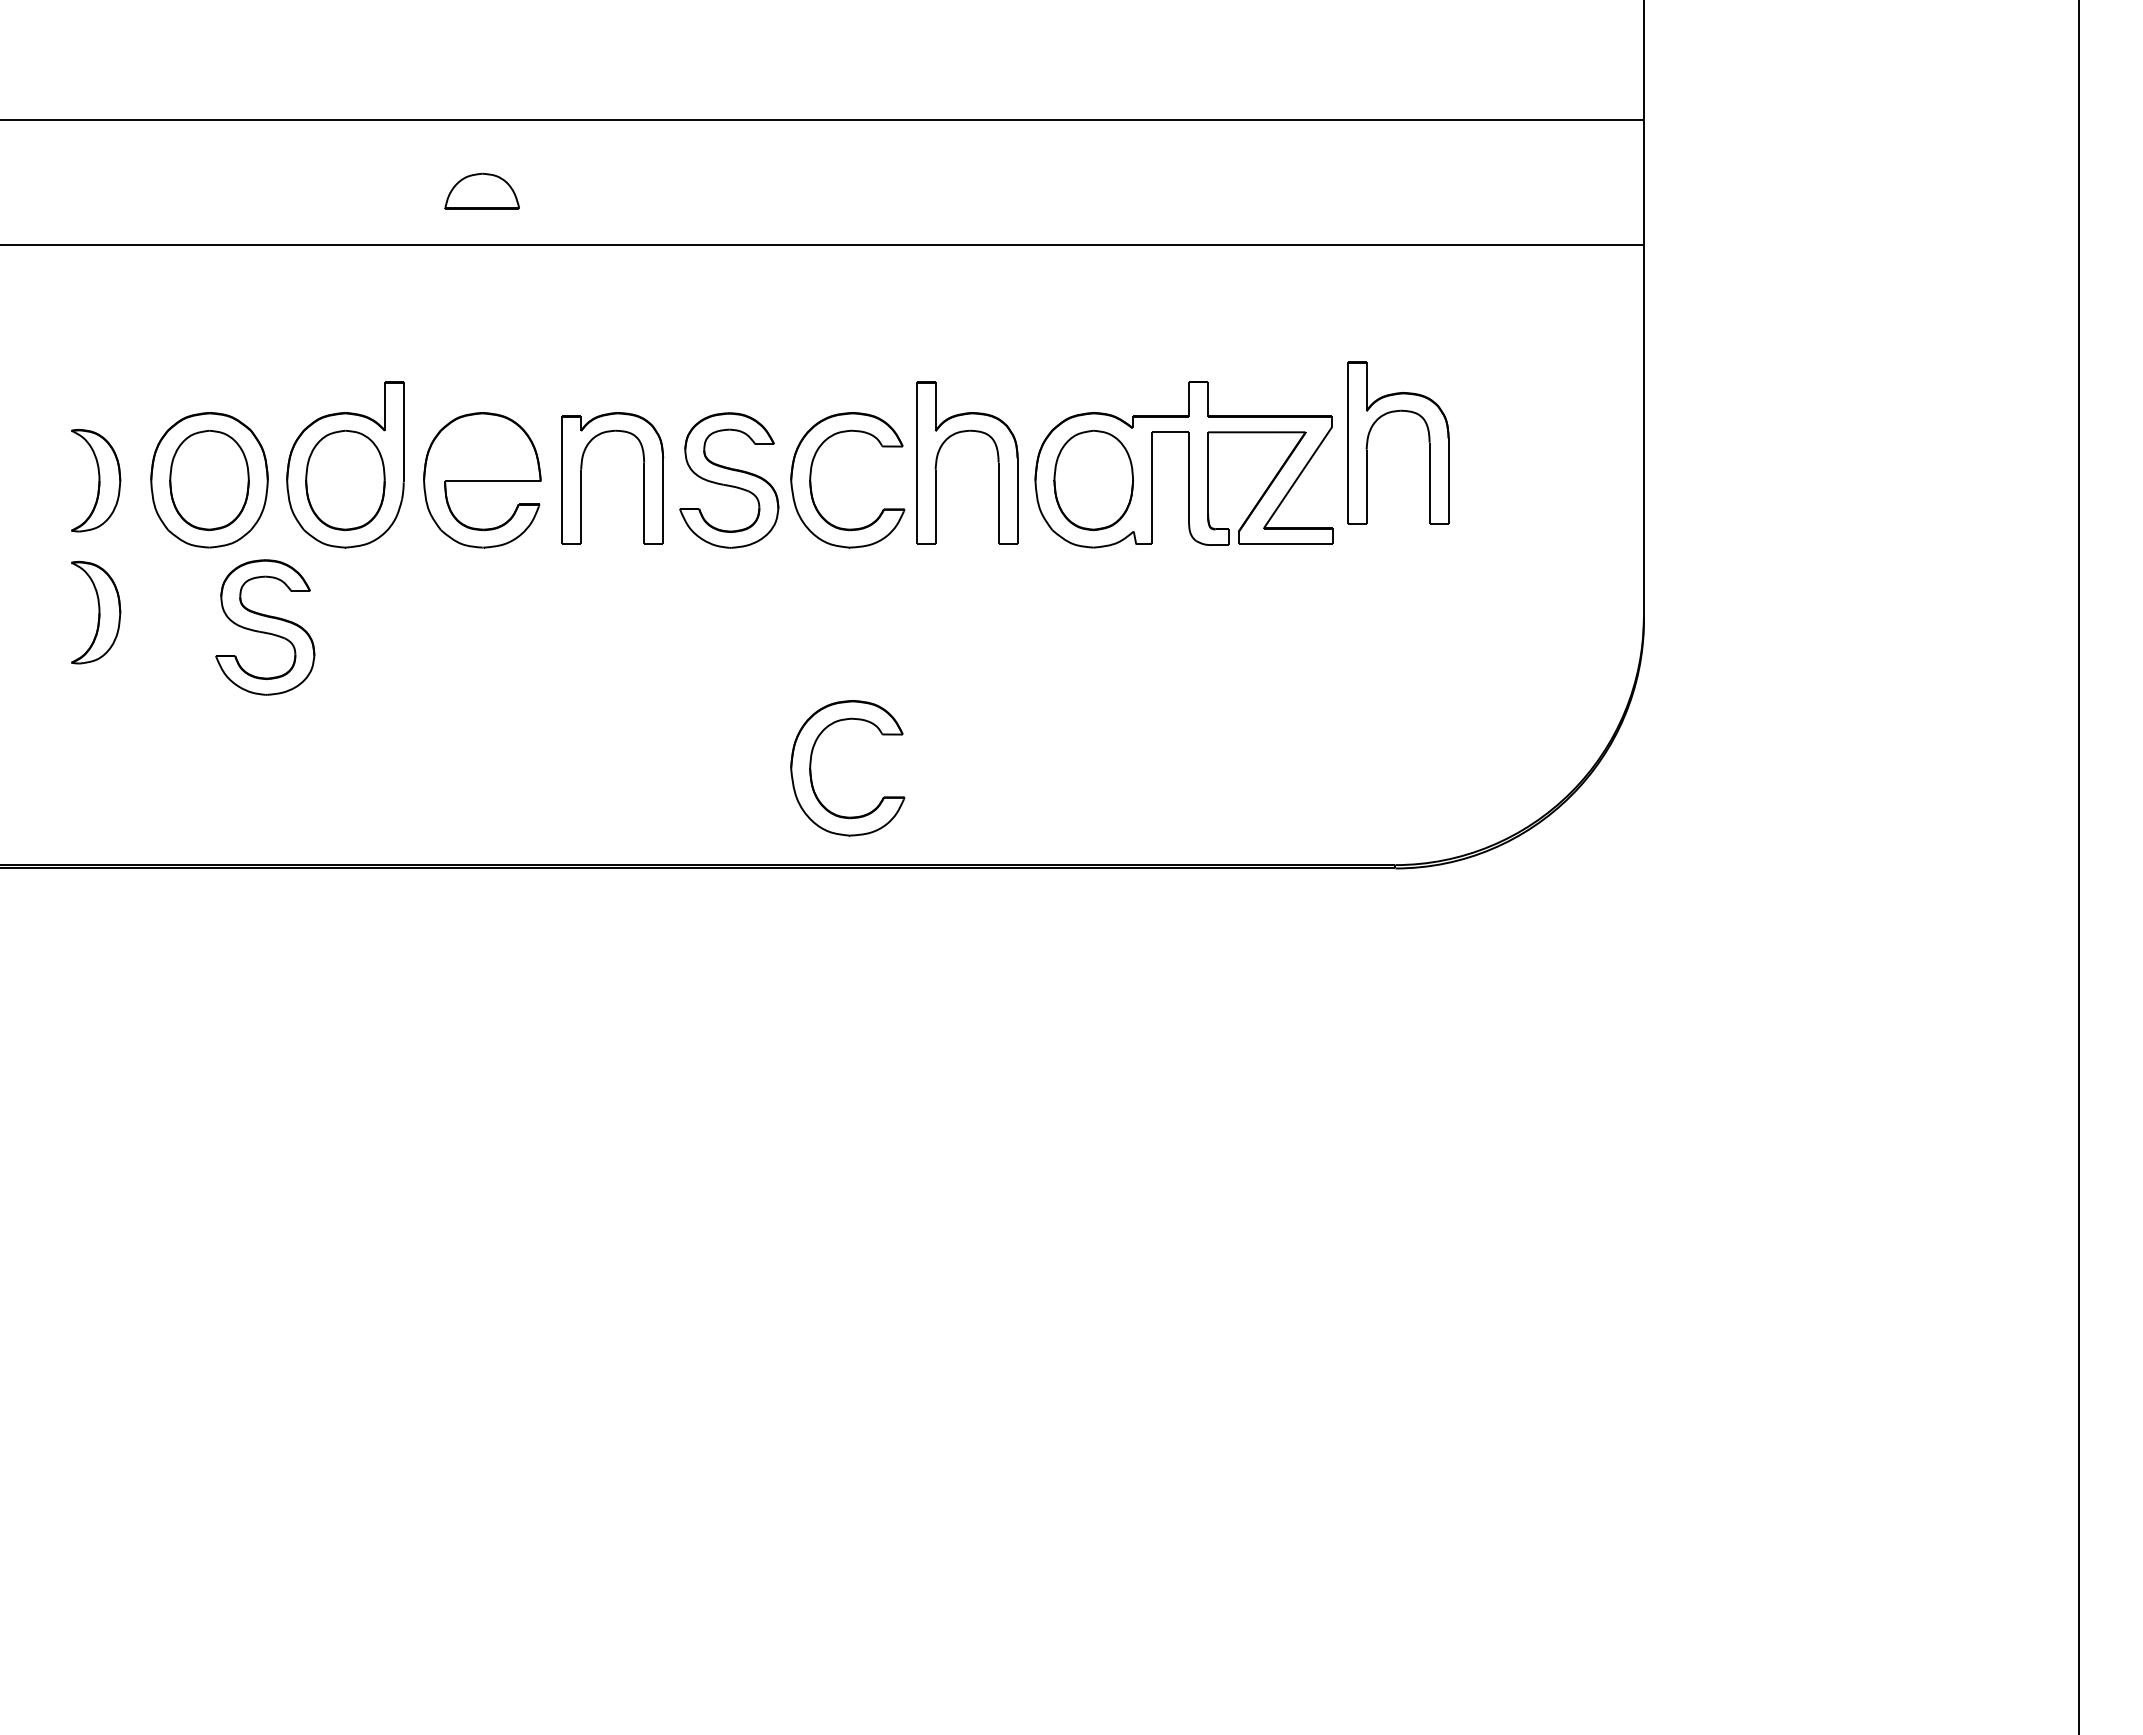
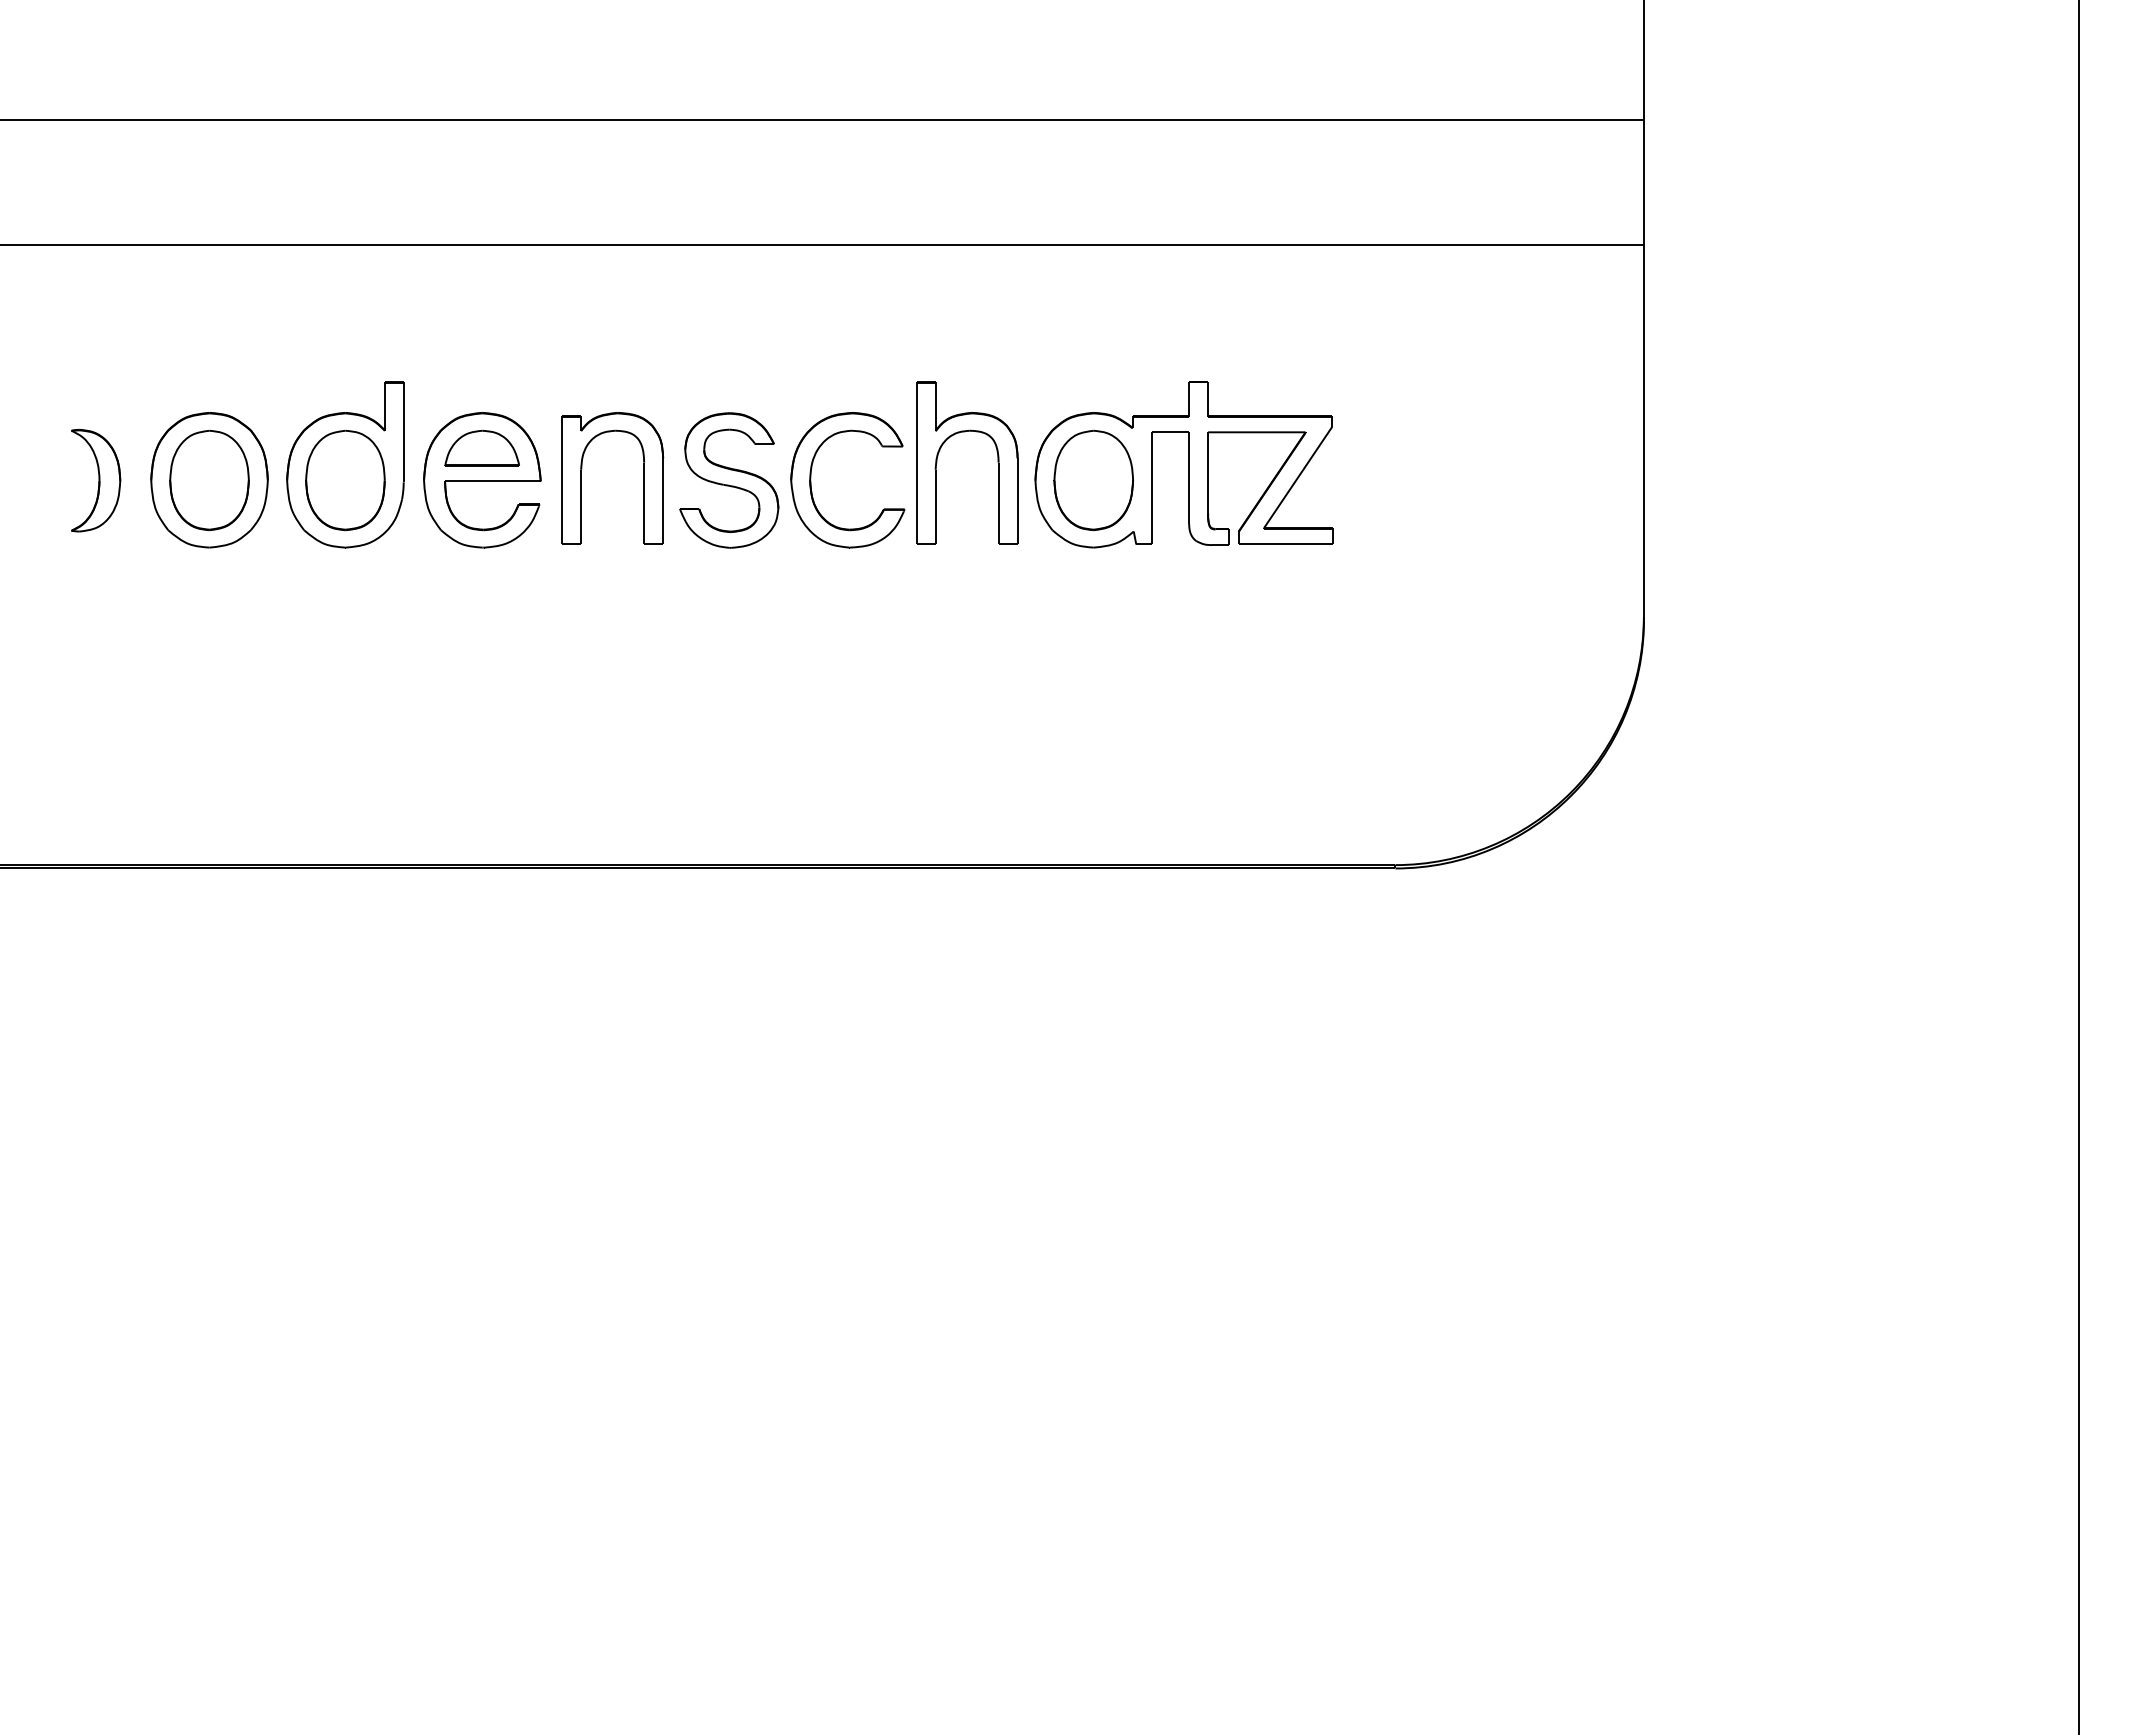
part at (481, 190) position: (481, 190) -> (481, 447)
part at (1371, 430): present -> none
part at (96, 612): present -> none
part at (265, 627): present -> none
part at (811, 768): present -> none
